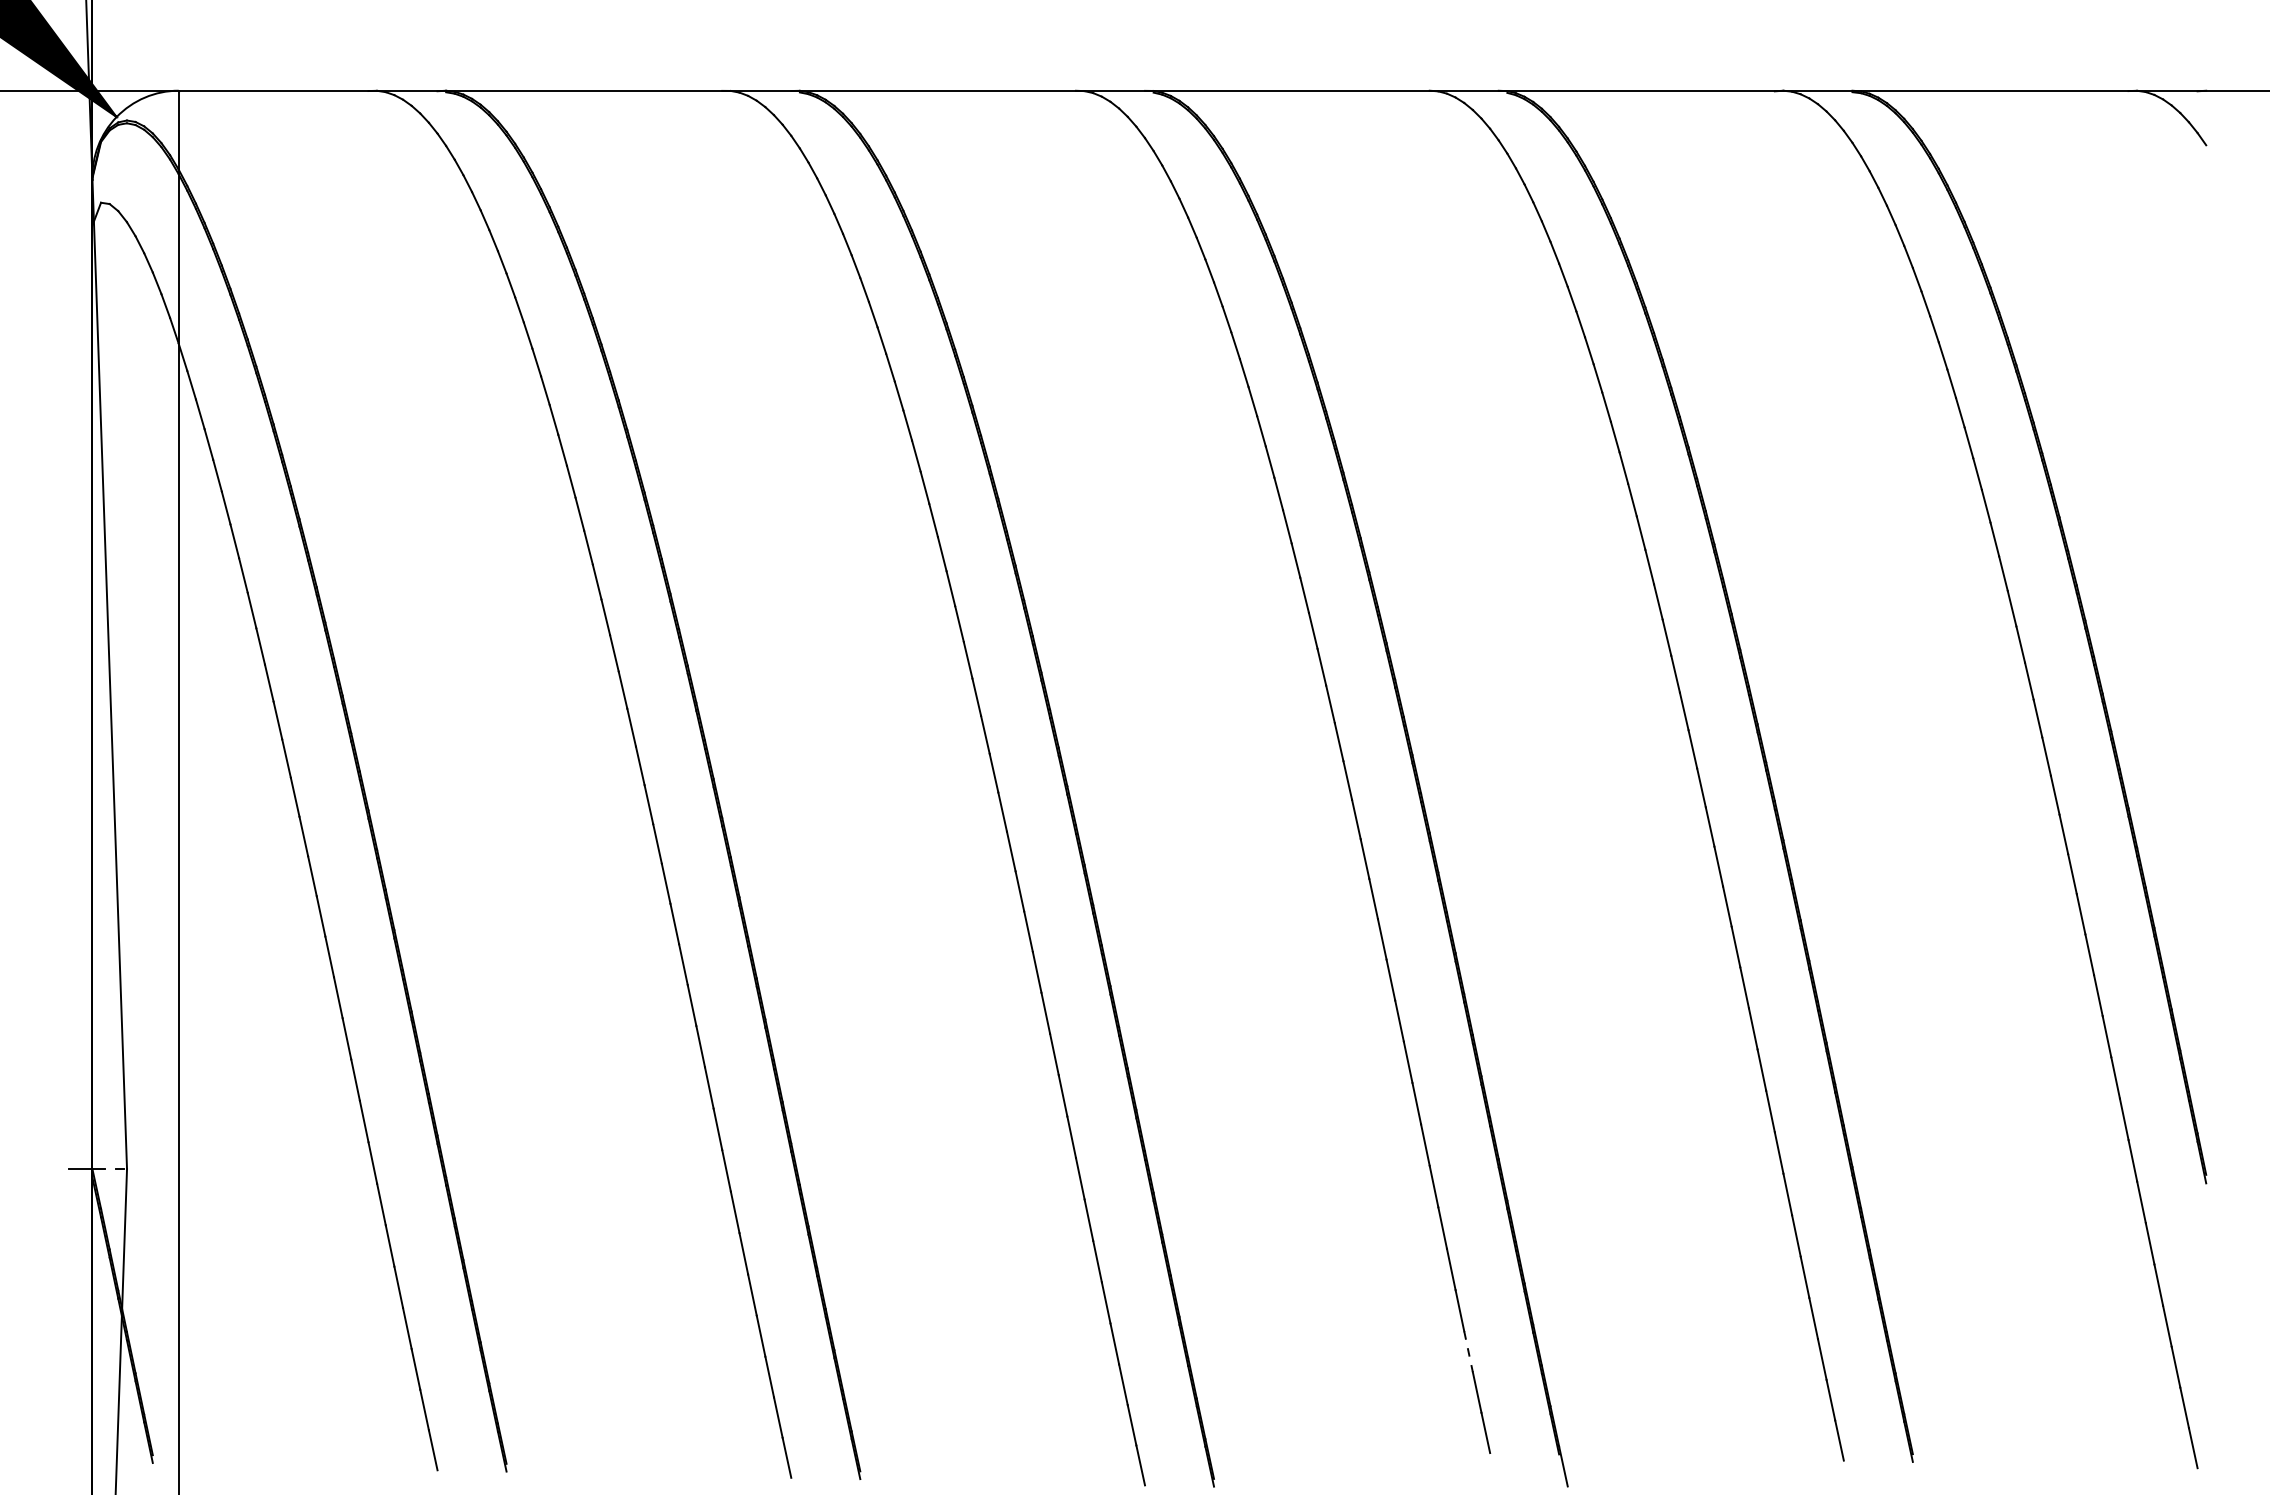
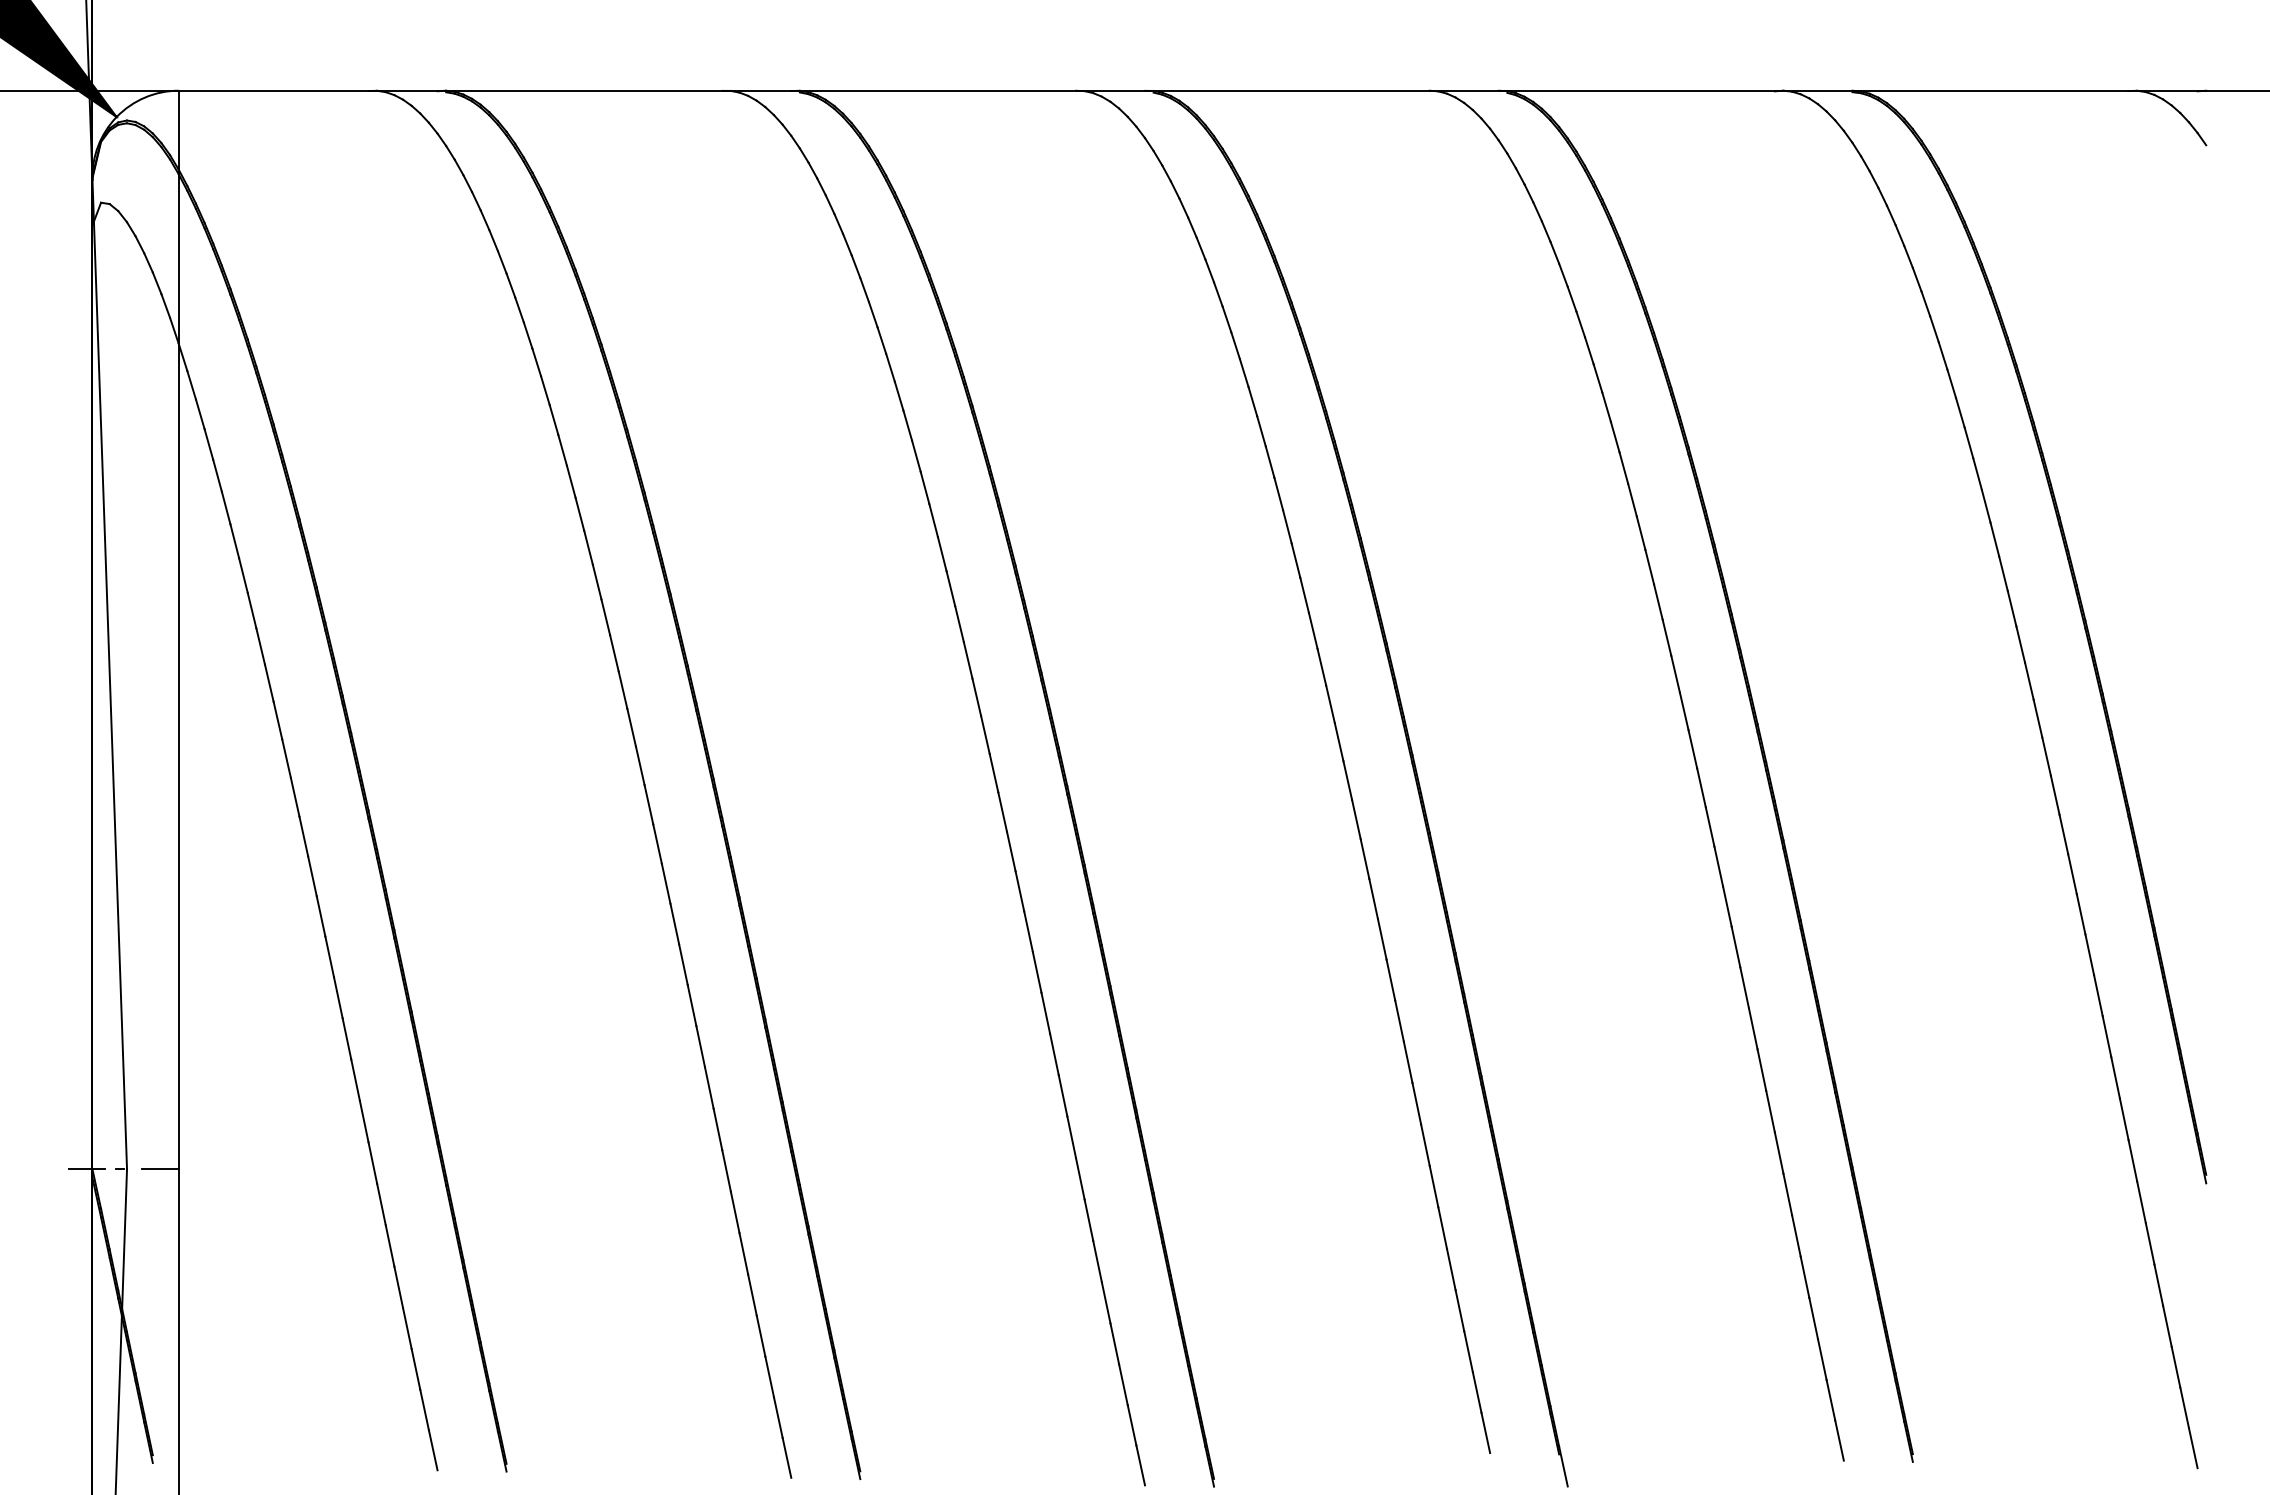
line at (160, 1169): none -> present
line at (1468, 1351): dashed -> solid
